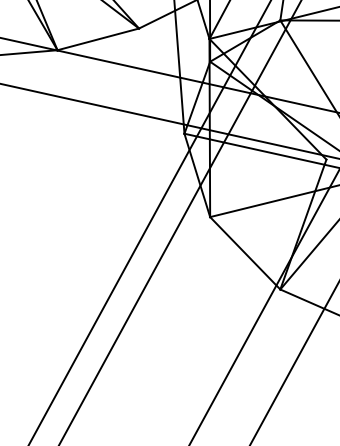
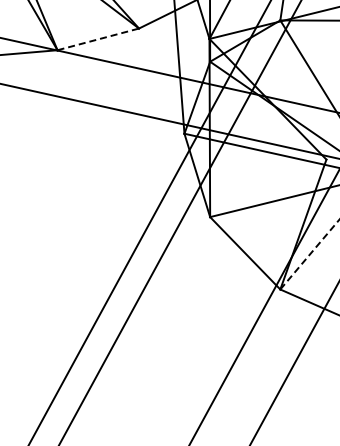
line at (98, 39): solid -> dashed
line at (309, 254): solid -> dashed
